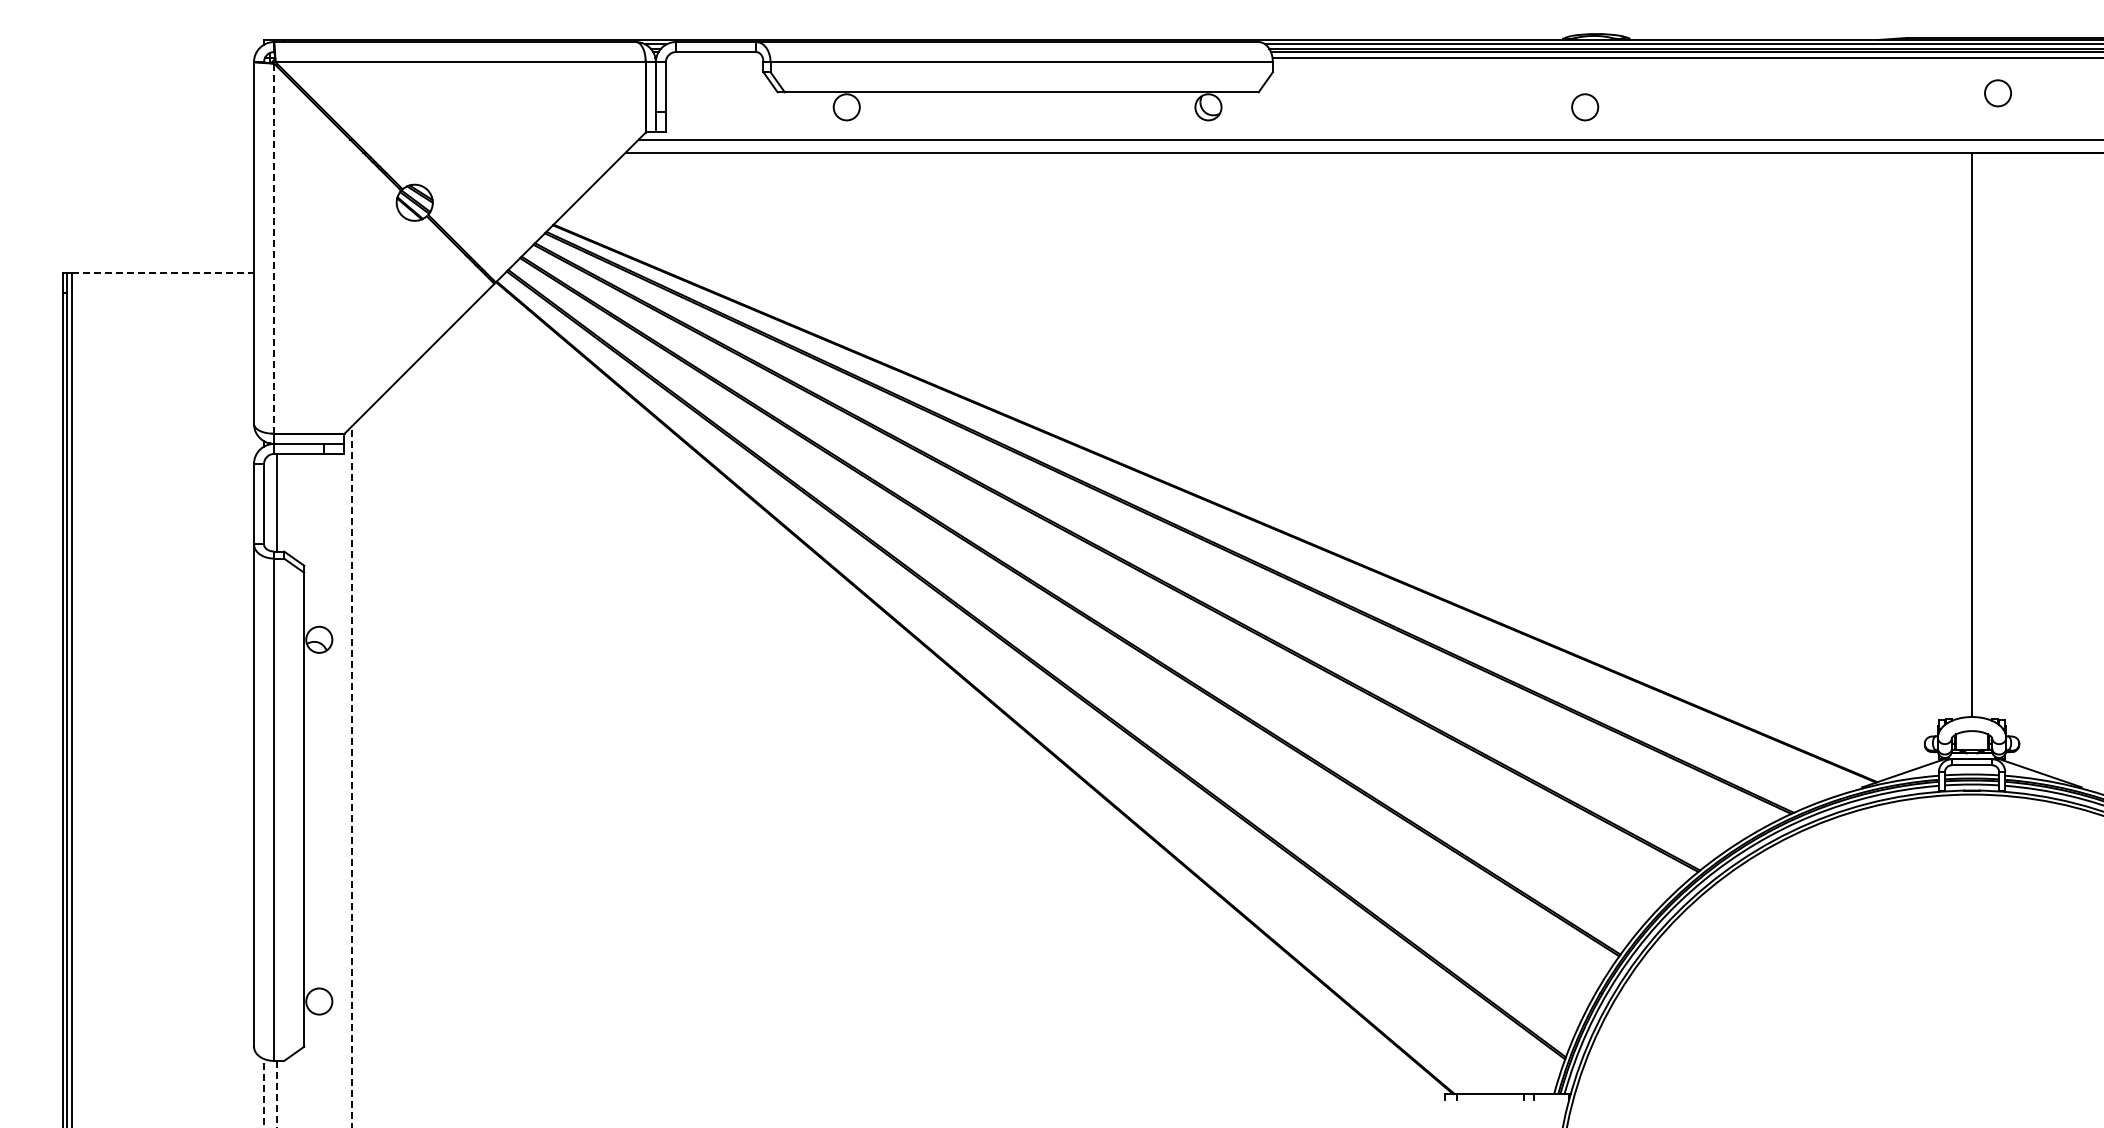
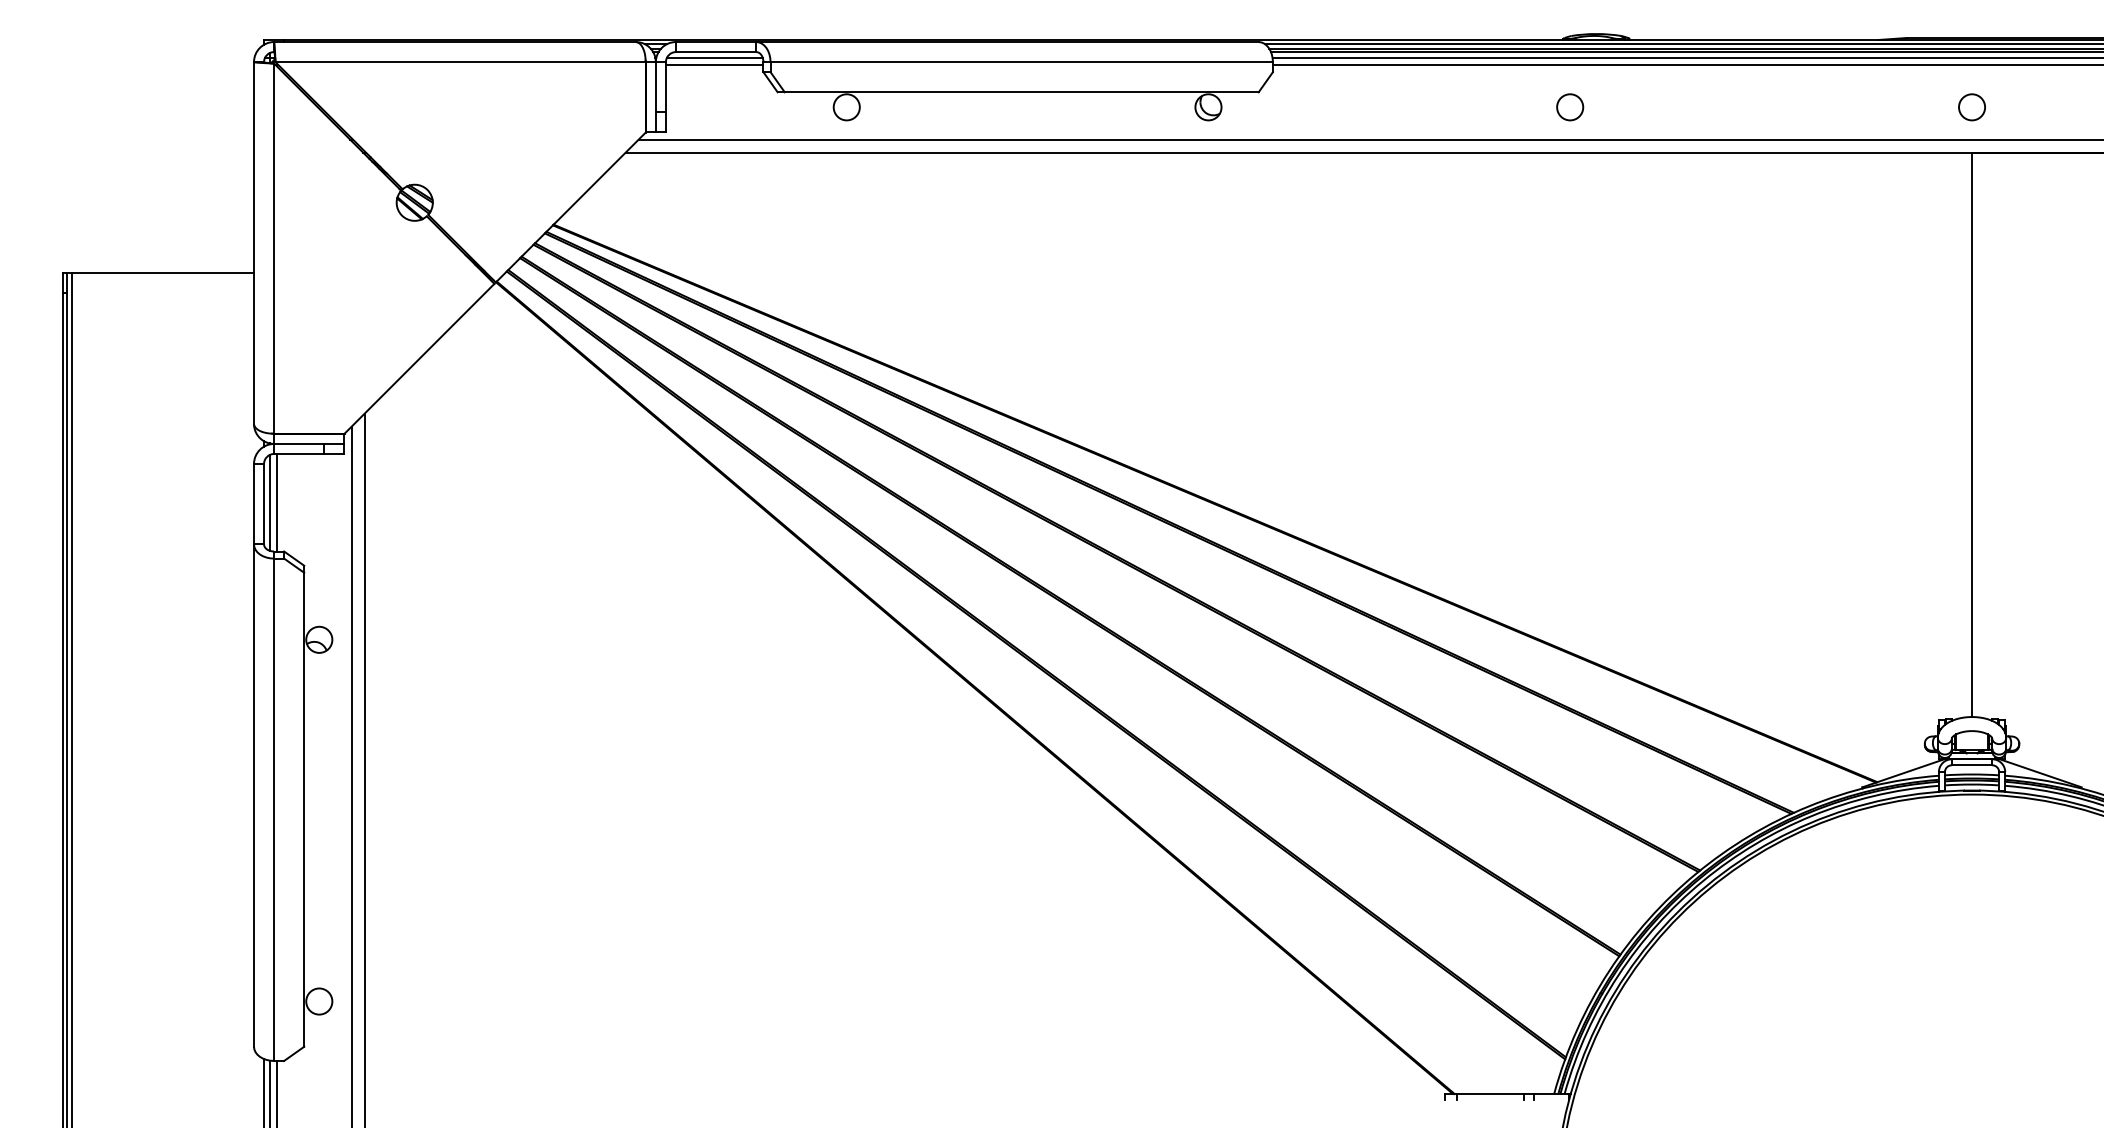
line at (714, 58): none -> present
line at (714, 64): none -> present
line at (1686, 64): none -> present
circle at (1997, 93) position: (1997, 93) -> (1971, 107)
circle at (1585, 107) position: (1585, 107) -> (1570, 107)
line at (274, 248): dashed -> solid
line at (163, 273): dashed -> solid
line at (270, 502): none -> present
line at (364, 768): none -> present
line at (351, 776): dashed -> solid
line at (270, 1092): none -> present
line at (264, 1093): dashed -> solid
line at (276, 1093): dashed -> solid
